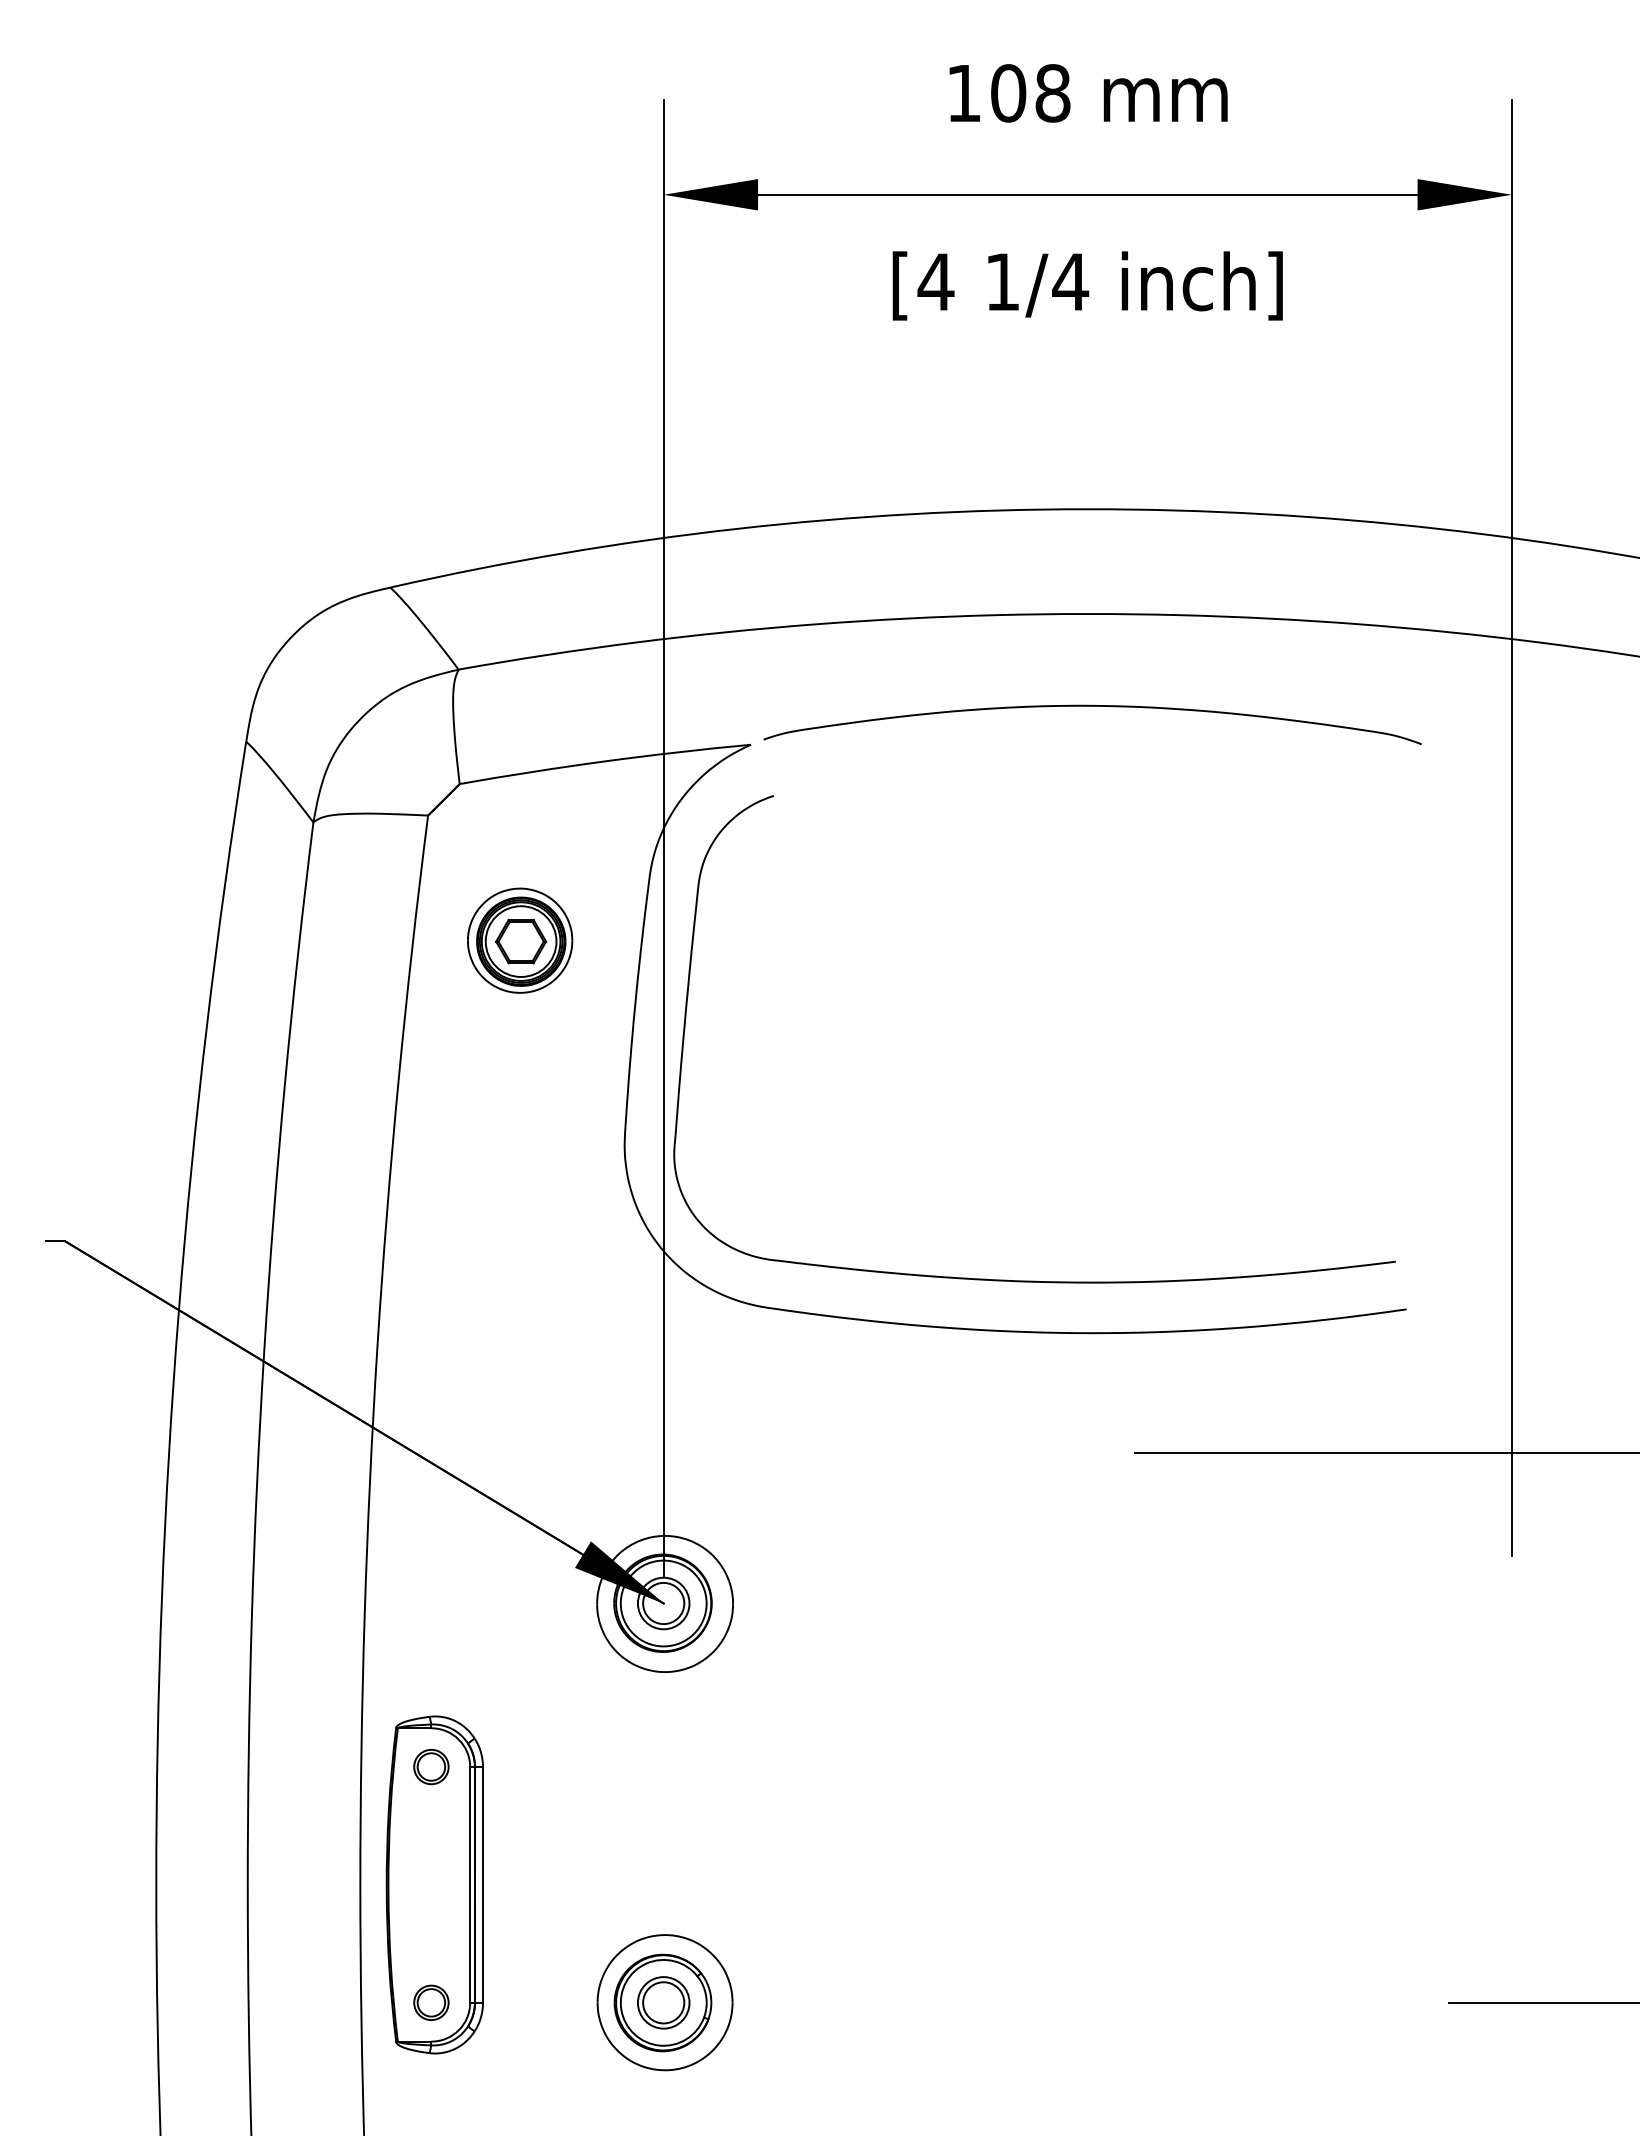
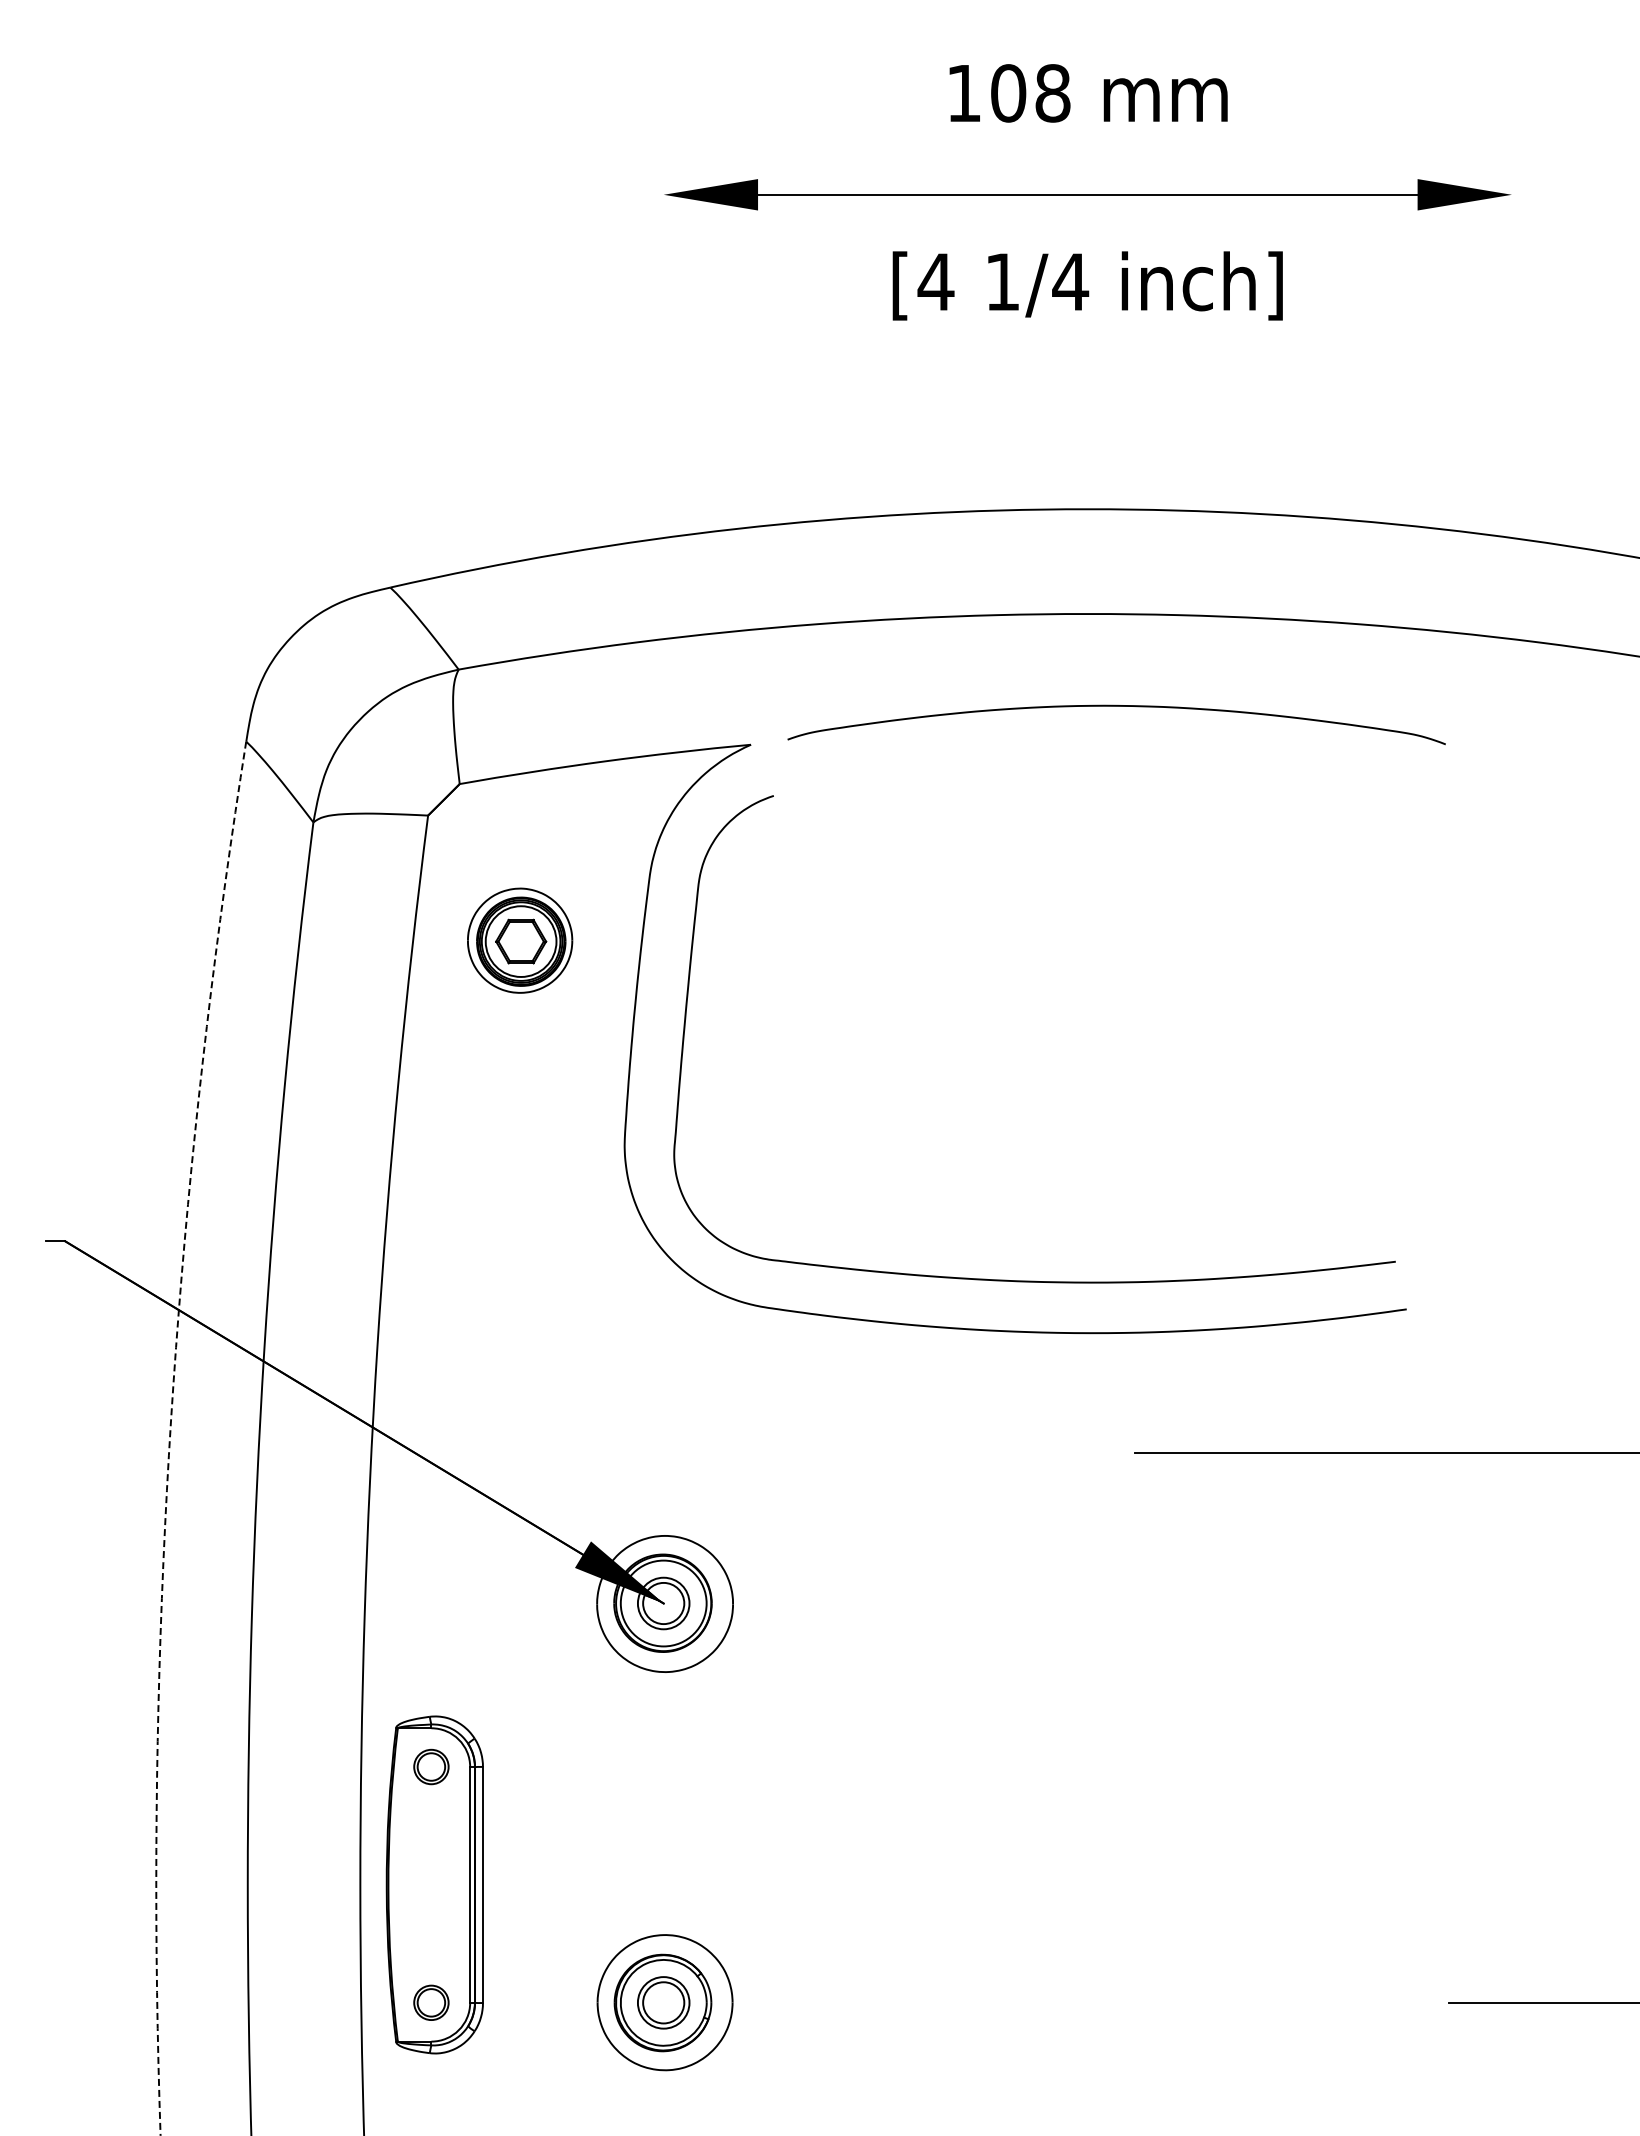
curve at (1092, 706) position: (1092, 706) -> (1116, 706)
line at (1511, 828): present -> none
line at (663, 838): present -> none
arc at (170, 1438): solid -> dashed
